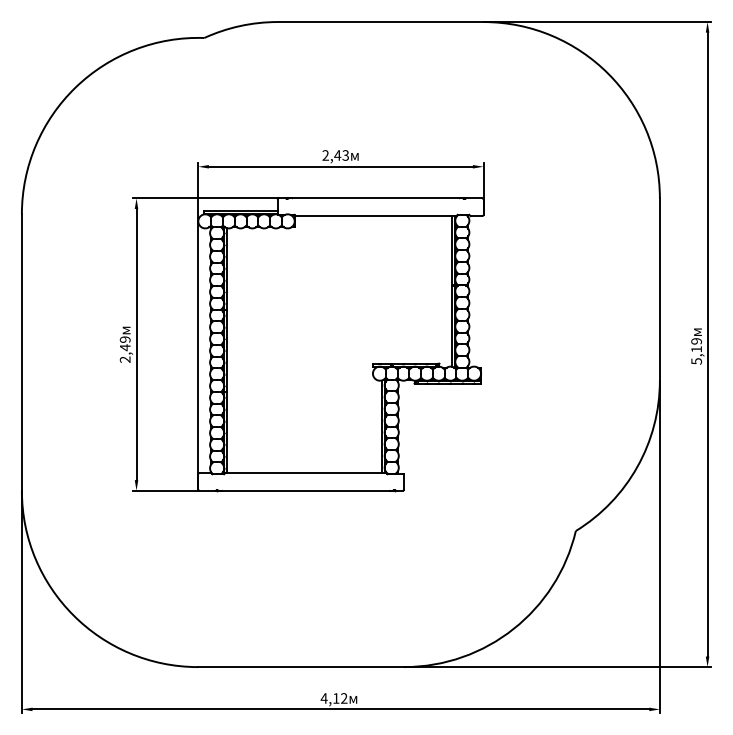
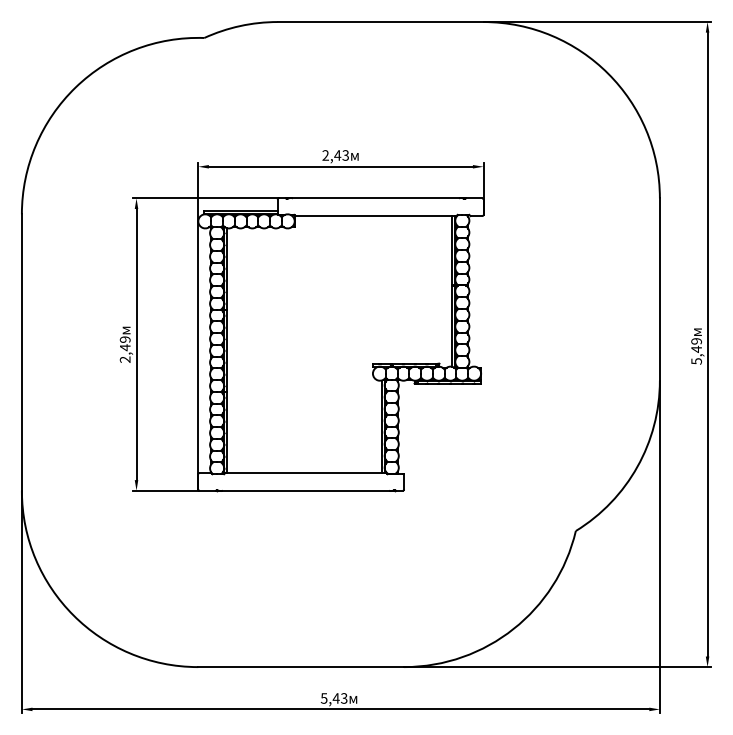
text at (696, 348): 5,19 -> 5,49
text at (333, 698): 4,12 -> 5,43
